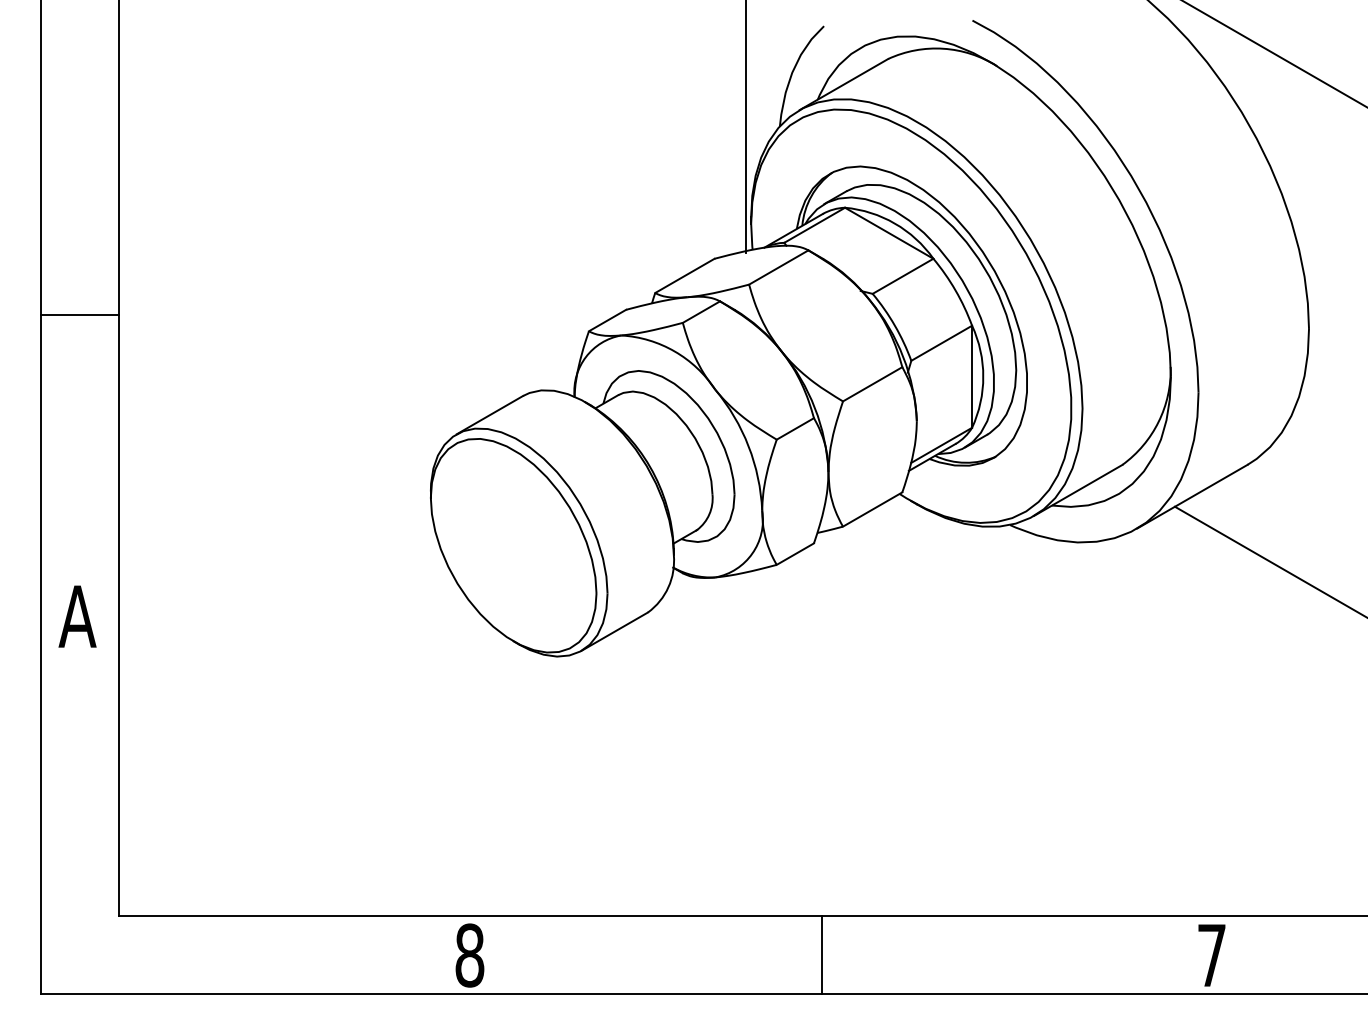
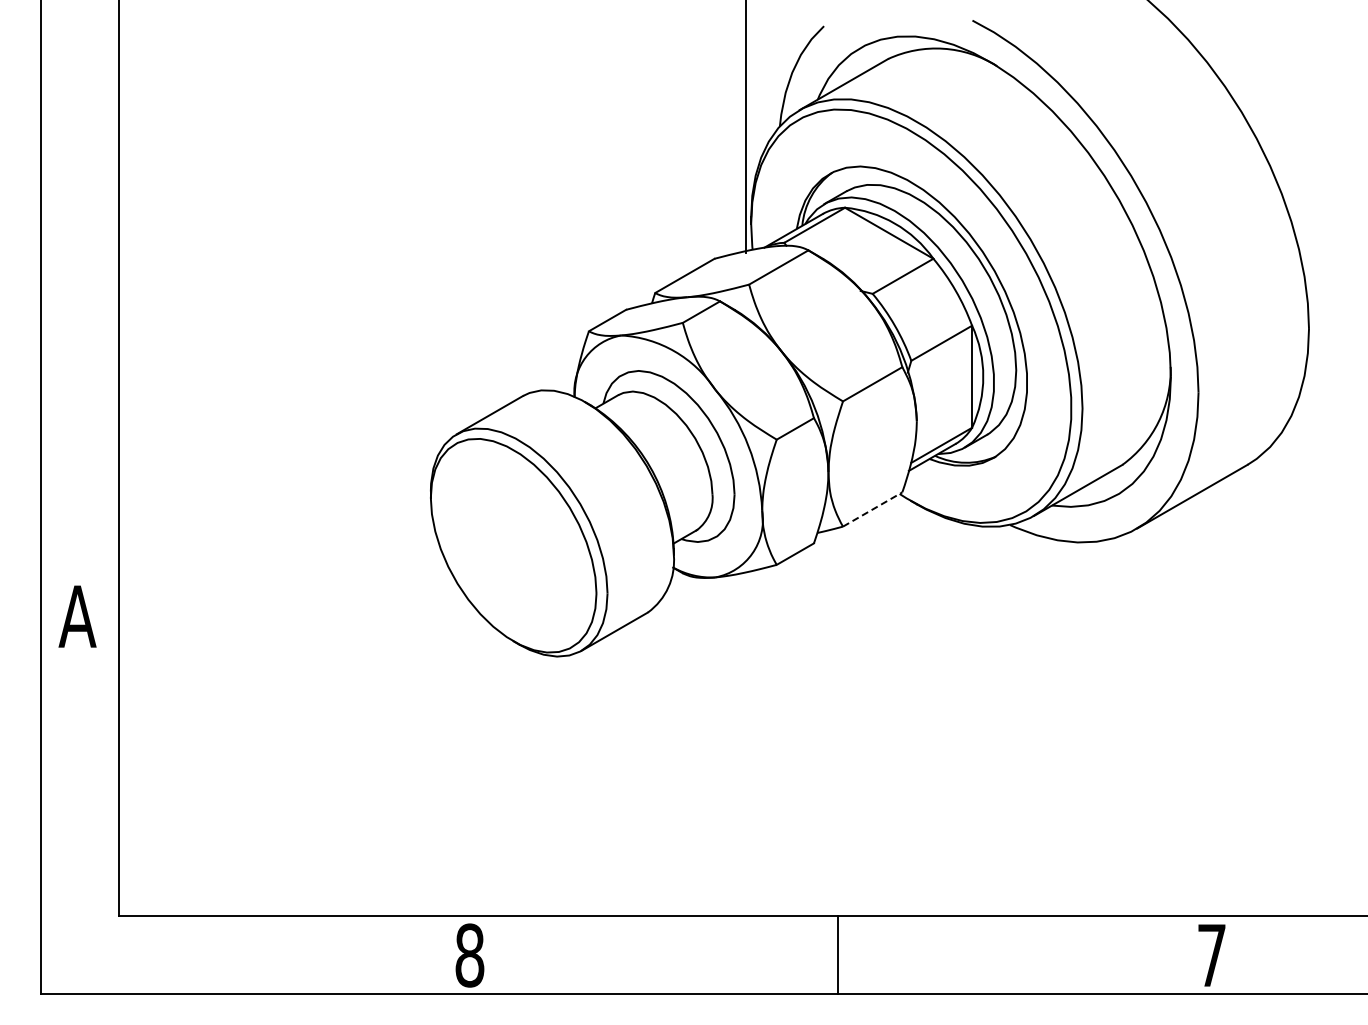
line at (1274, 53): present -> none
line at (80, 314): present -> none
line at (873, 509): solid -> dashed
line at (1269, 561): present -> none
line at (822, 955) position: (822, 955) -> (838, 955)
